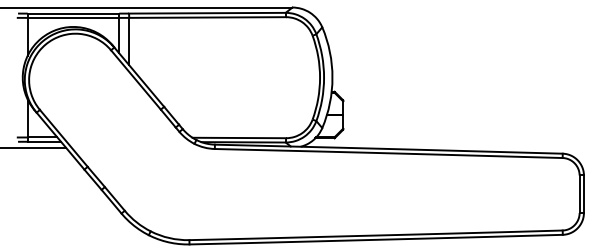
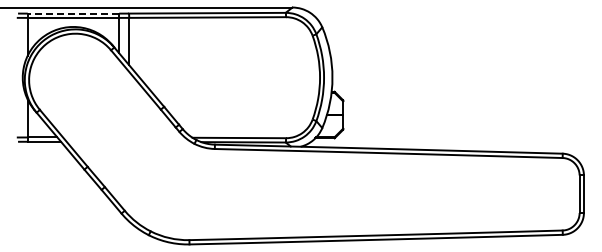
line at (73, 13): solid -> dashed
line at (34, 147): present -> none
